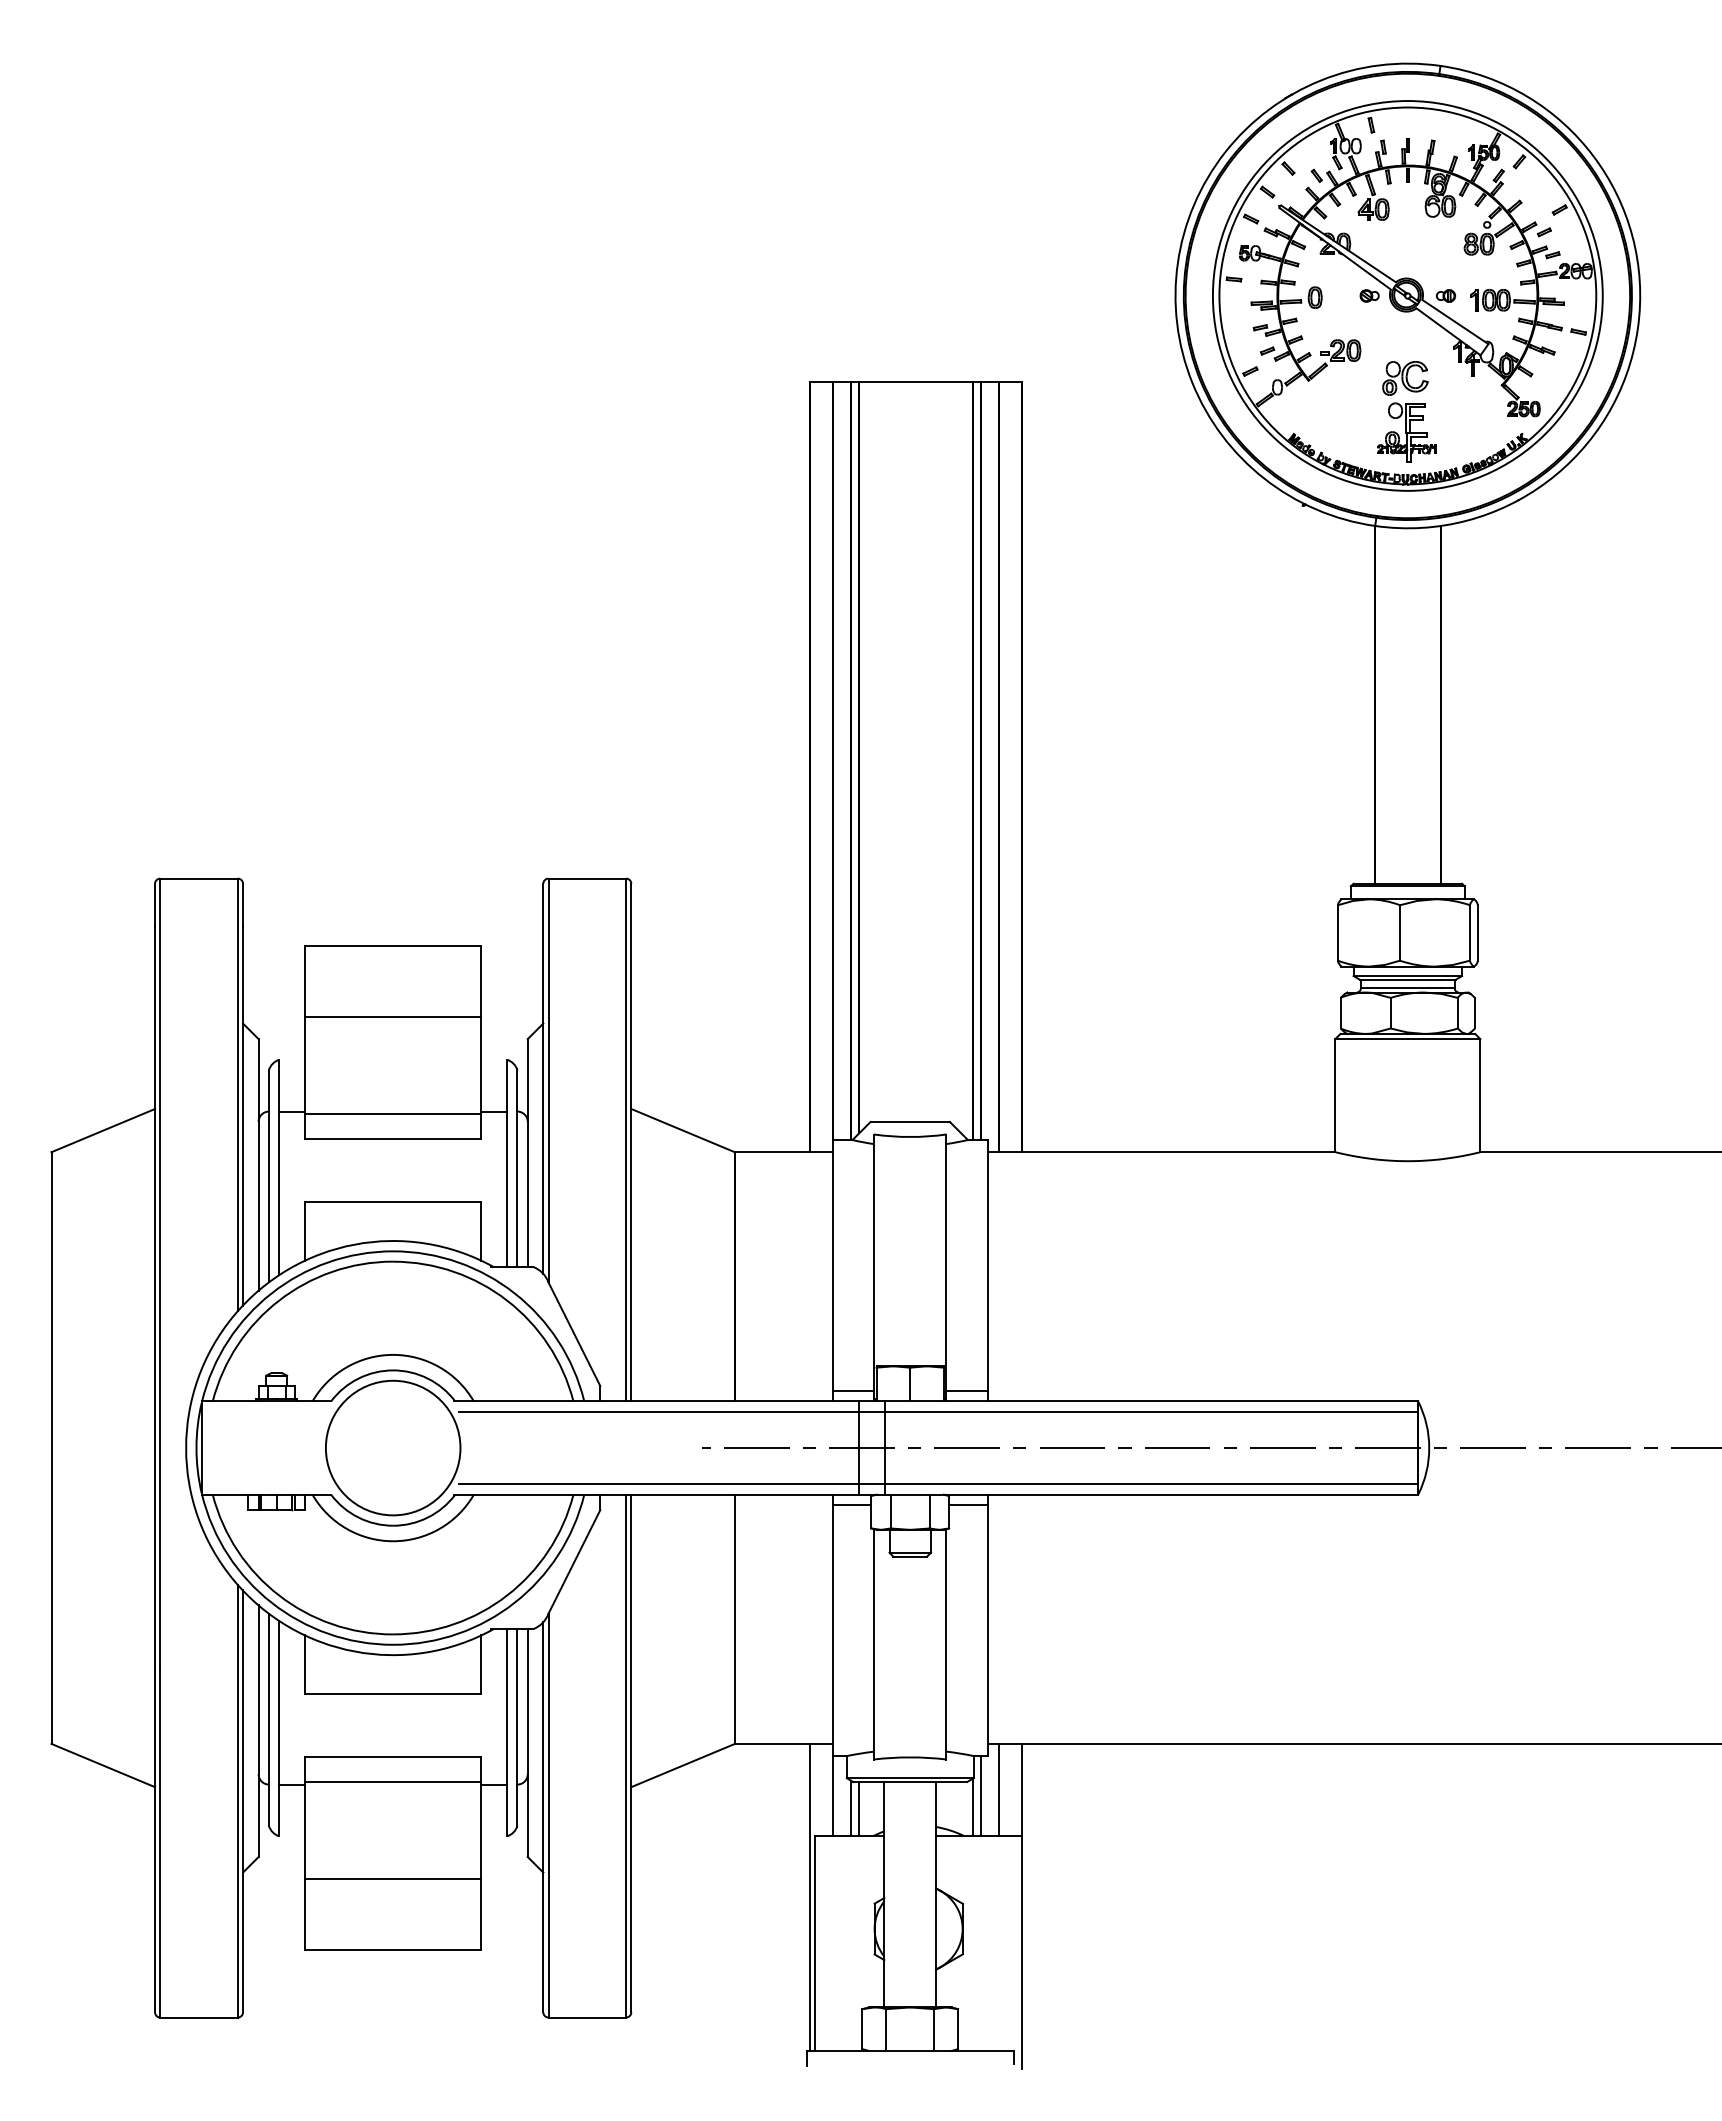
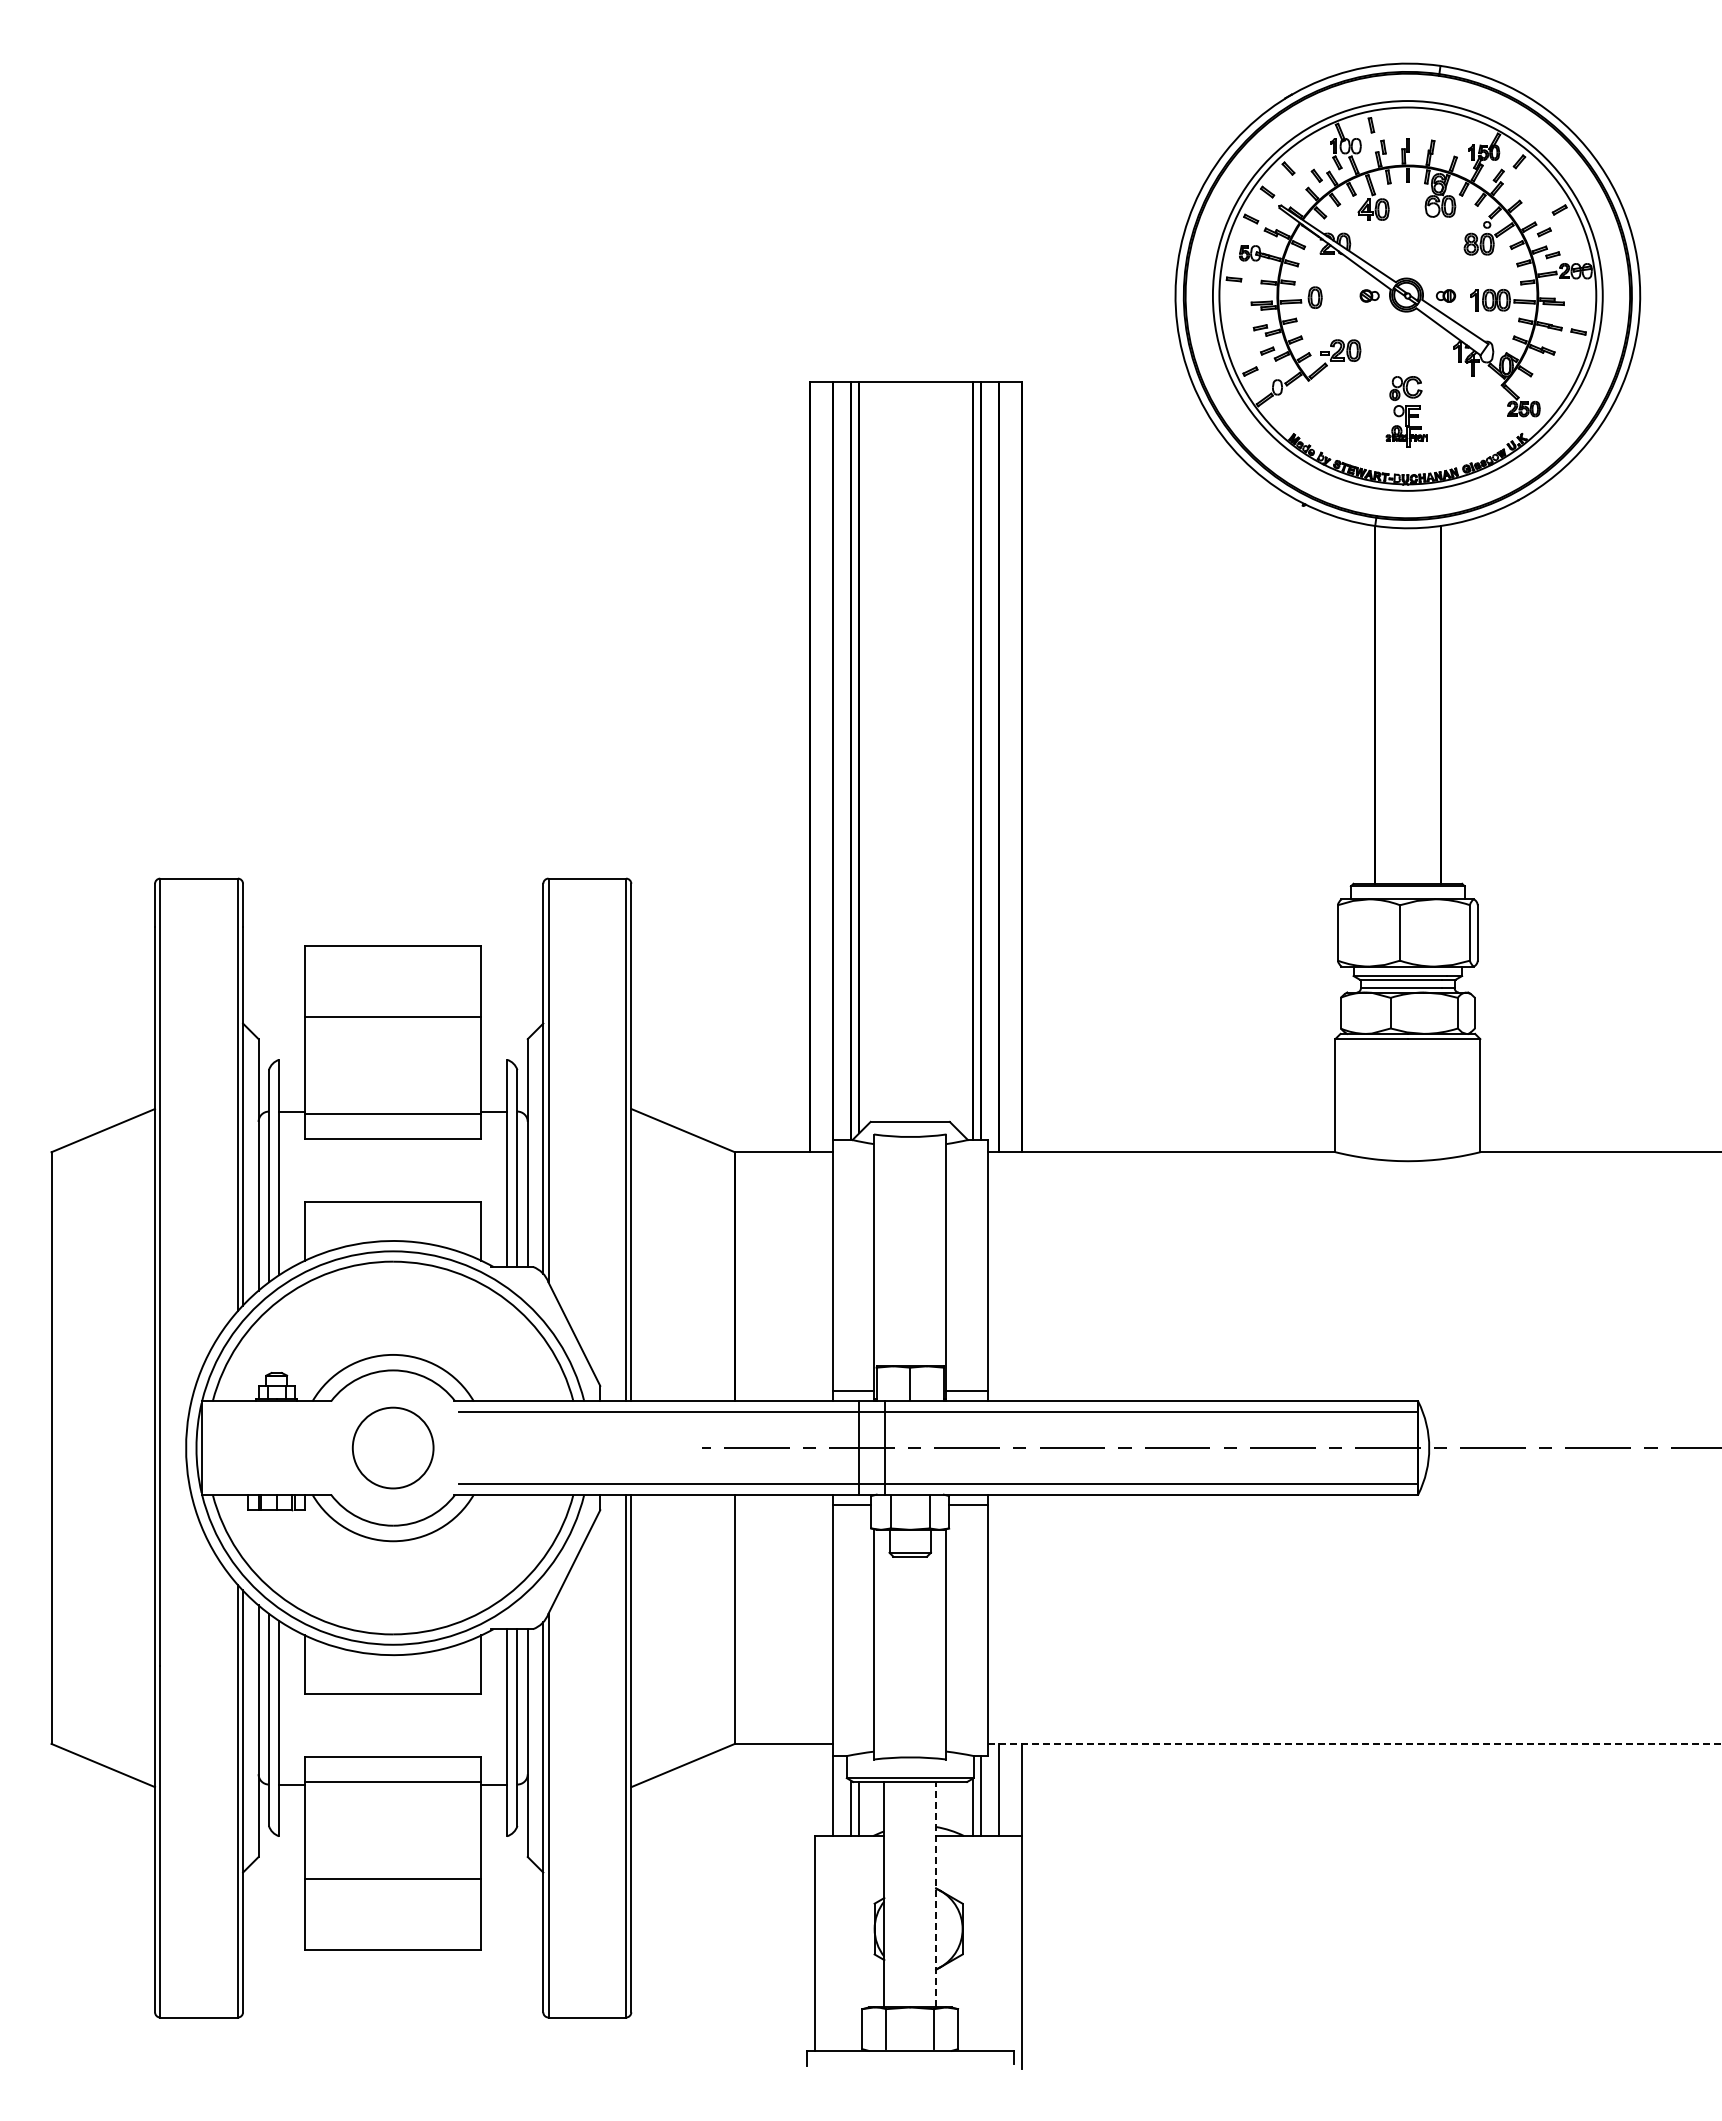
part at (1406, 411) size: 60x102 px -> 43x72 px
circle at (392, 1447) diameter: 135 px -> 81 px
line at (1354, 1743): solid -> dashed
line at (936, 1894): solid -> dashed
line at (809, 1896): present -> none
